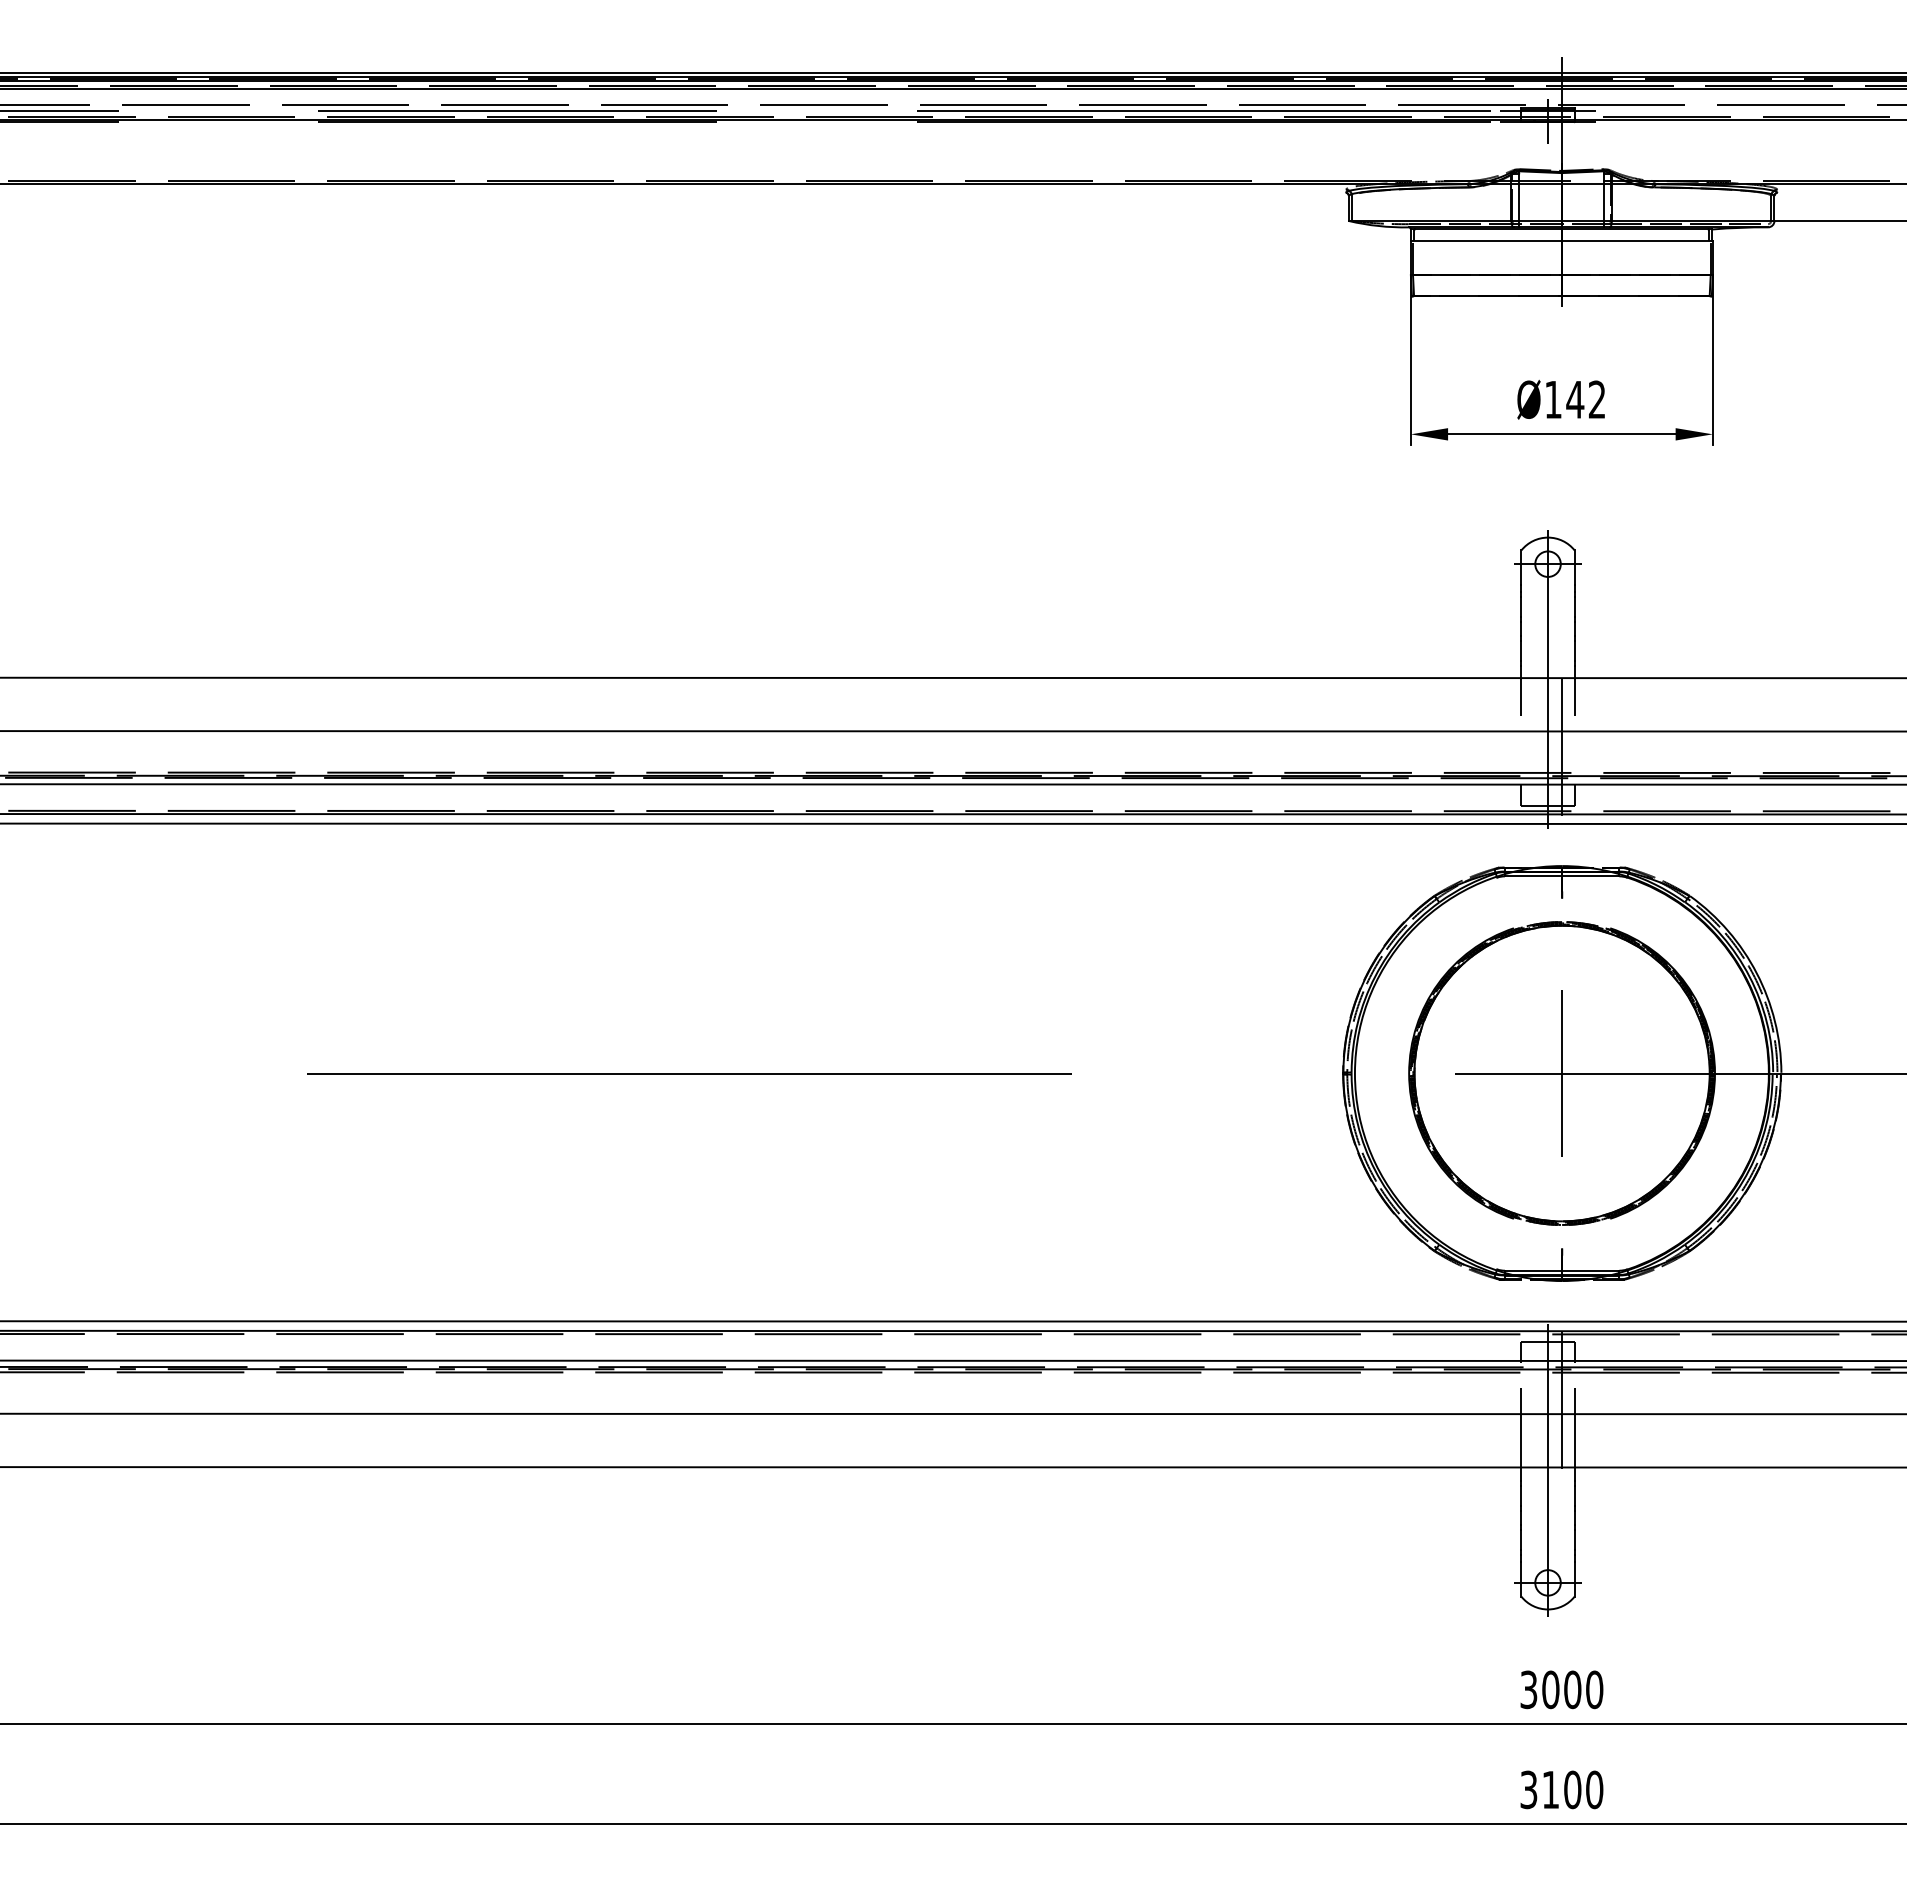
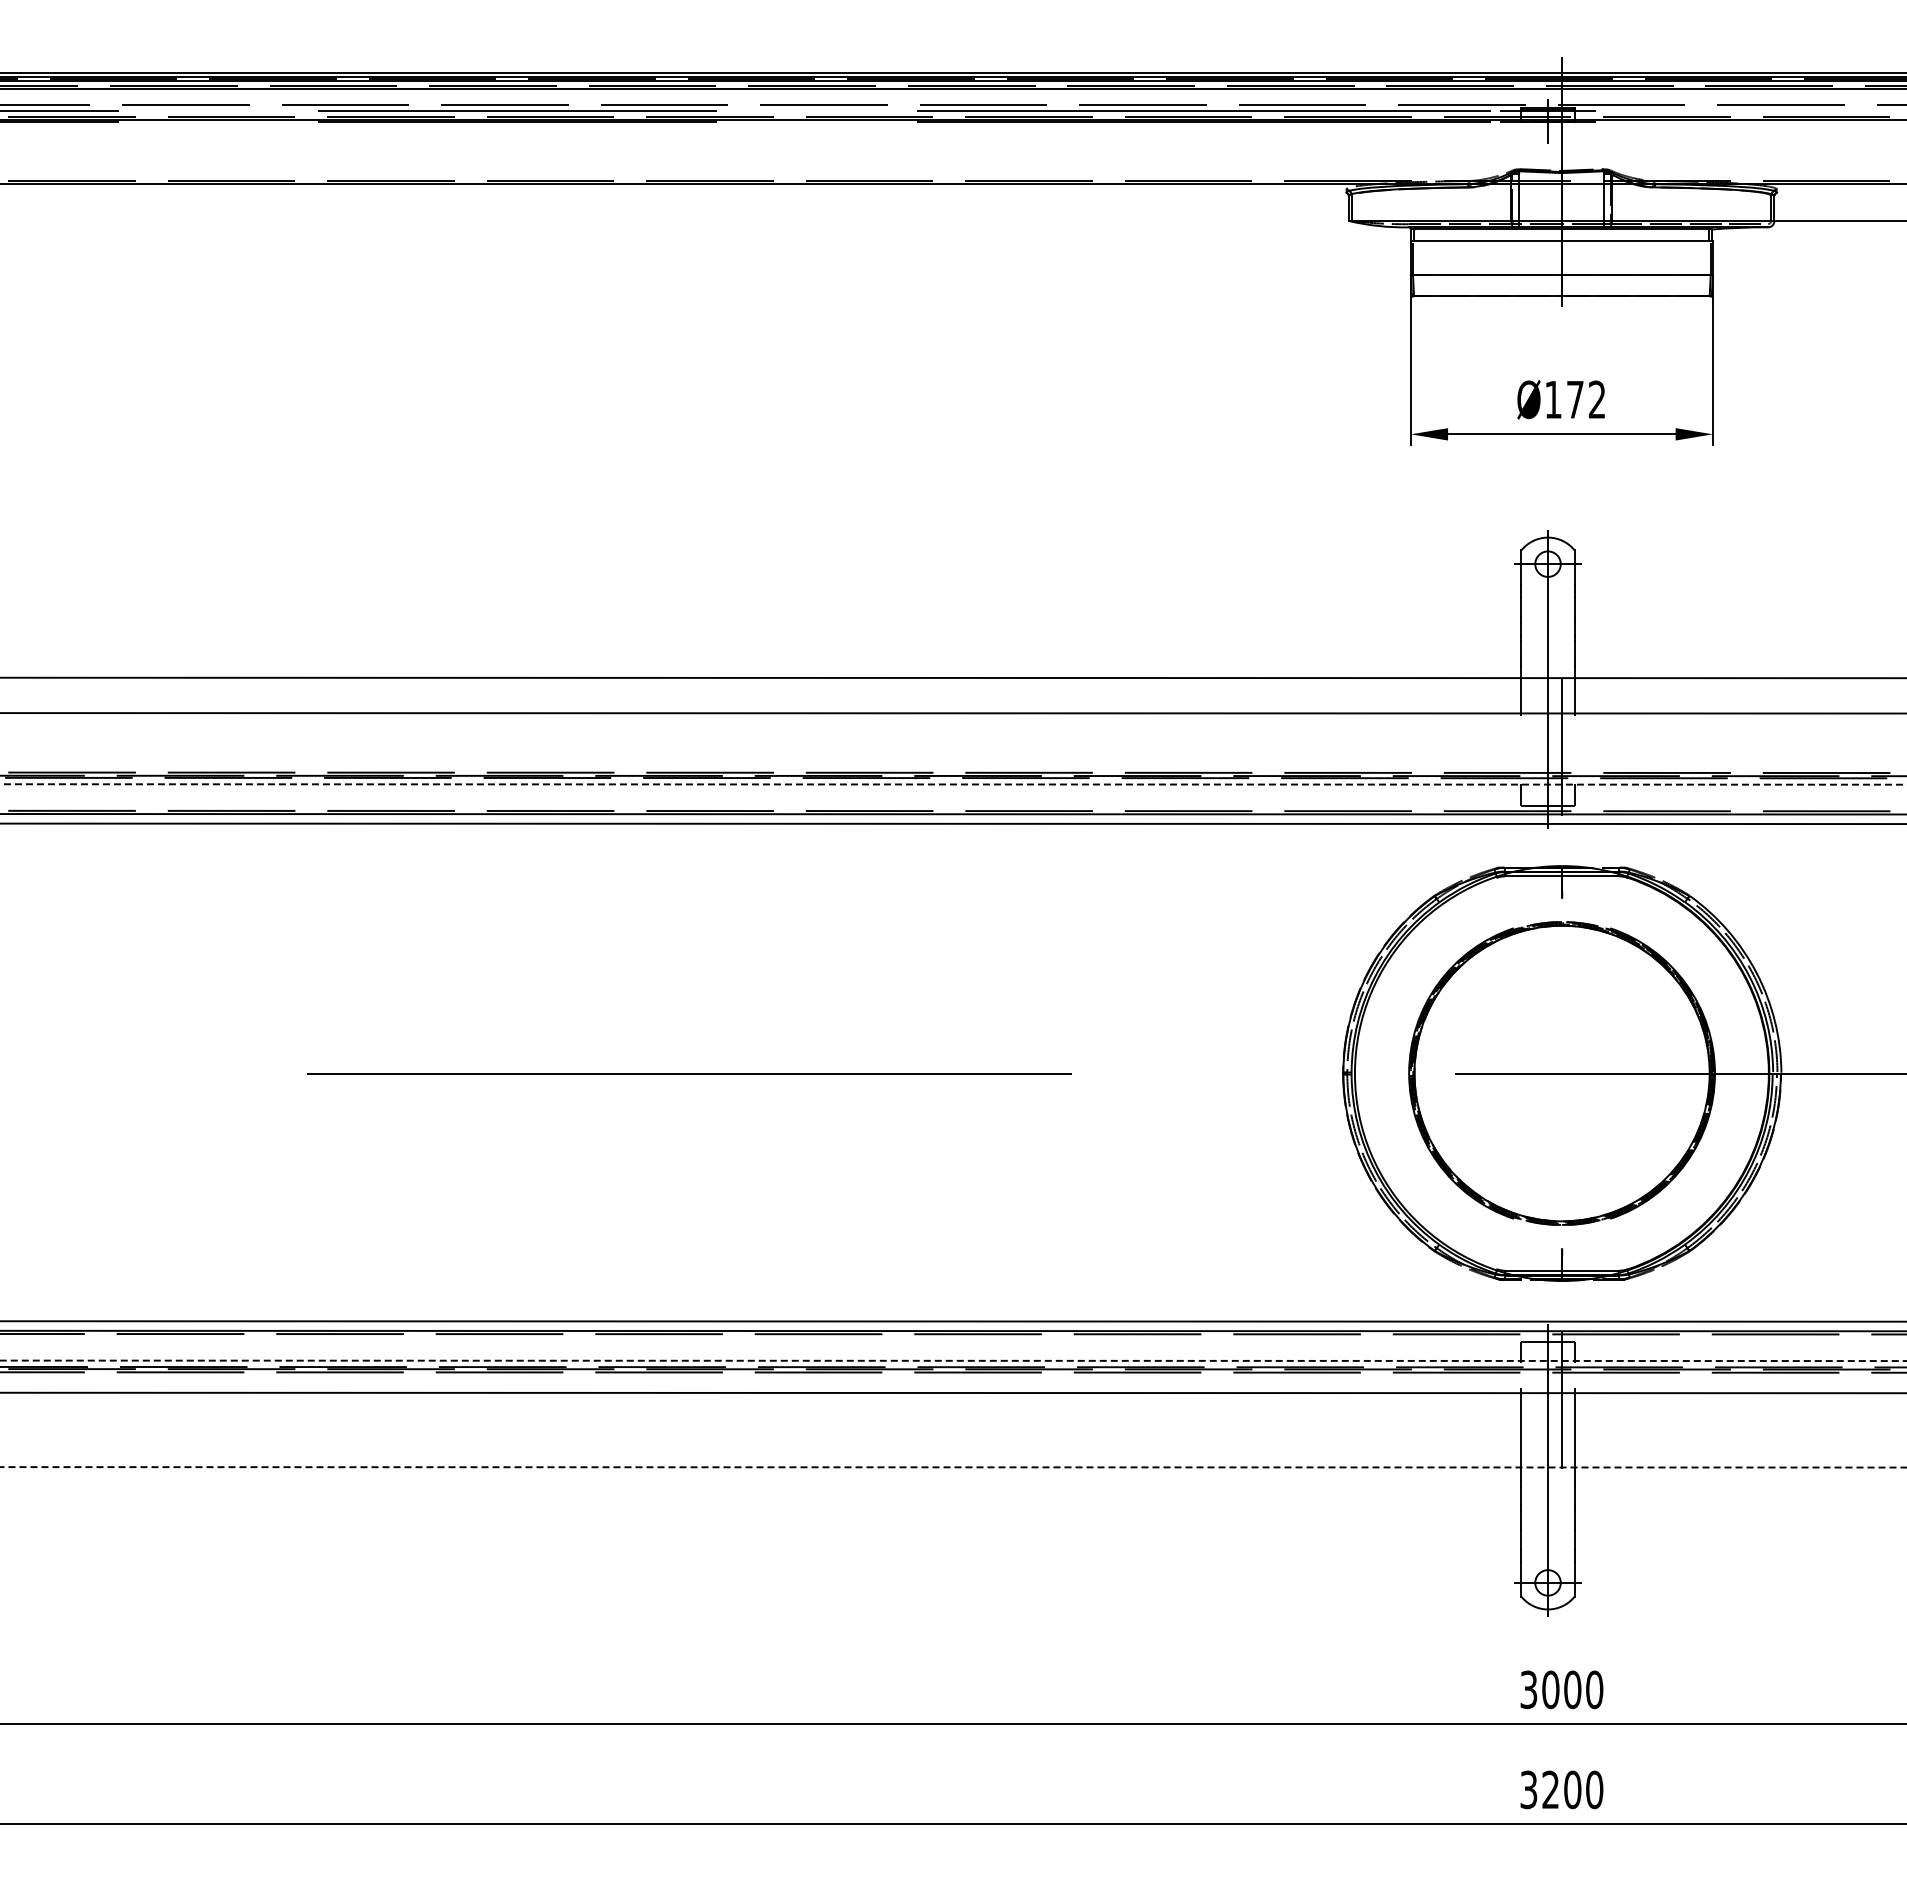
text at (1575, 399): Ø142 -> Ø172
line at (952, 731) position: (952, 731) -> (952, 713)
line at (952, 784): solid -> dashed
line at (1561, 1073): present -> none
line at (954, 1360): solid -> dashed
line at (952, 1413) position: (952, 1413) -> (952, 1392)
line at (954, 1467): solid -> dashed
text at (1550, 1789): 3100 -> 3200
